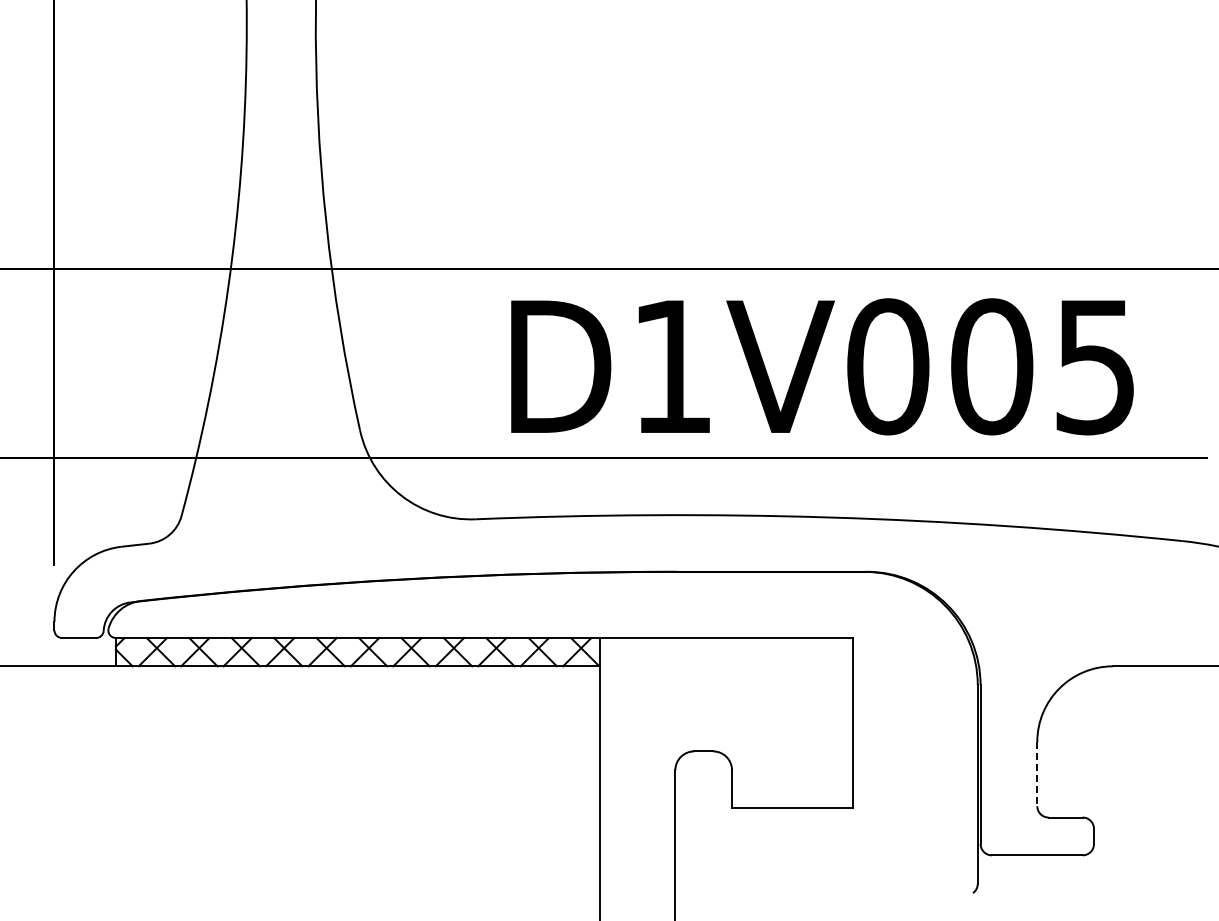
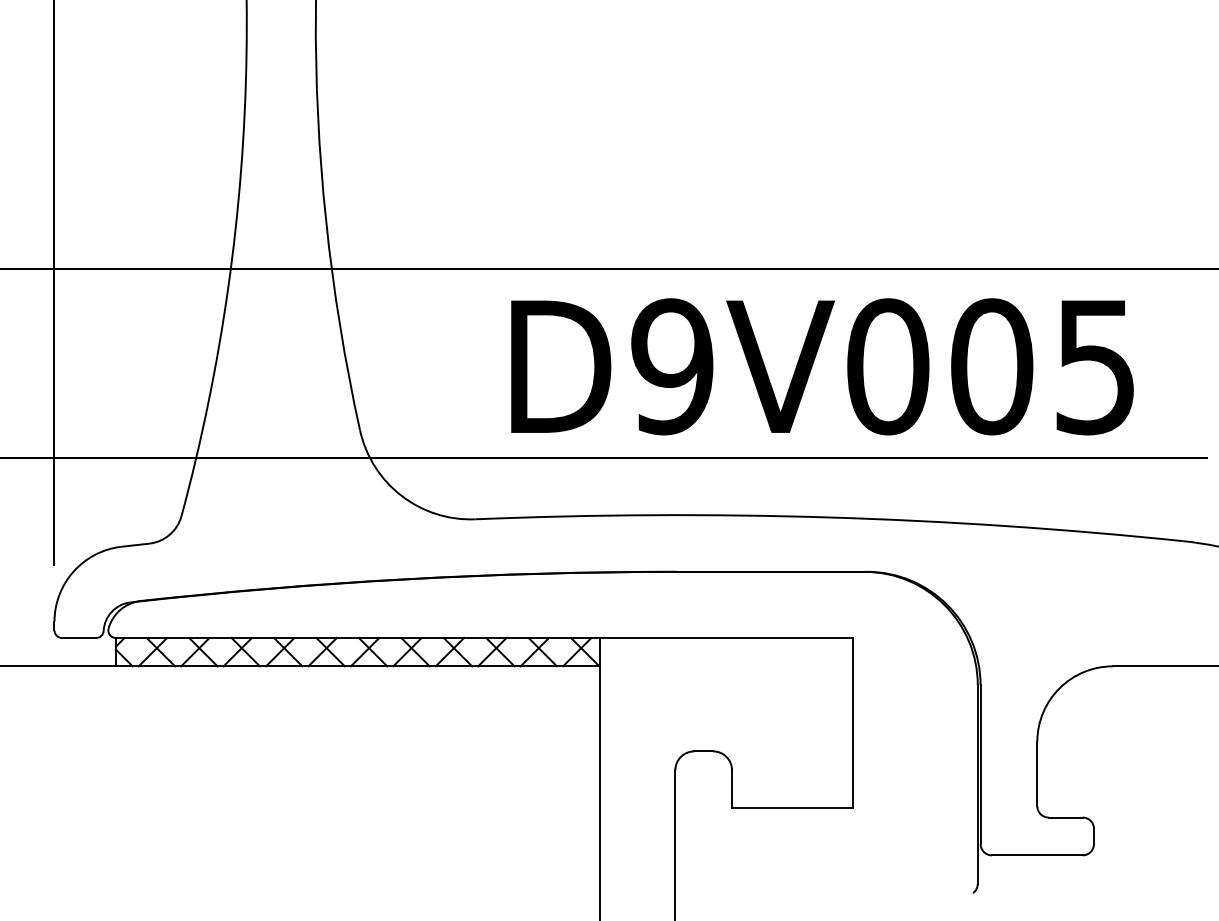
text at (672, 366): D1V005 -> D9V005
line at (1037, 774): dashed -> solid
